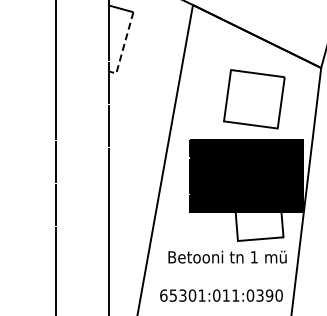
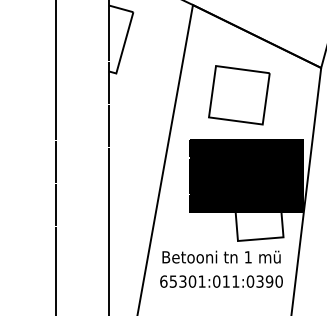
line at (123, 47): dashed -> solid
part at (254, 99) position: (254, 99) -> (239, 95)
text at (227, 256) position: (227, 256) -> (221, 256)
text at (221, 295) position: (221, 295) -> (221, 281)
